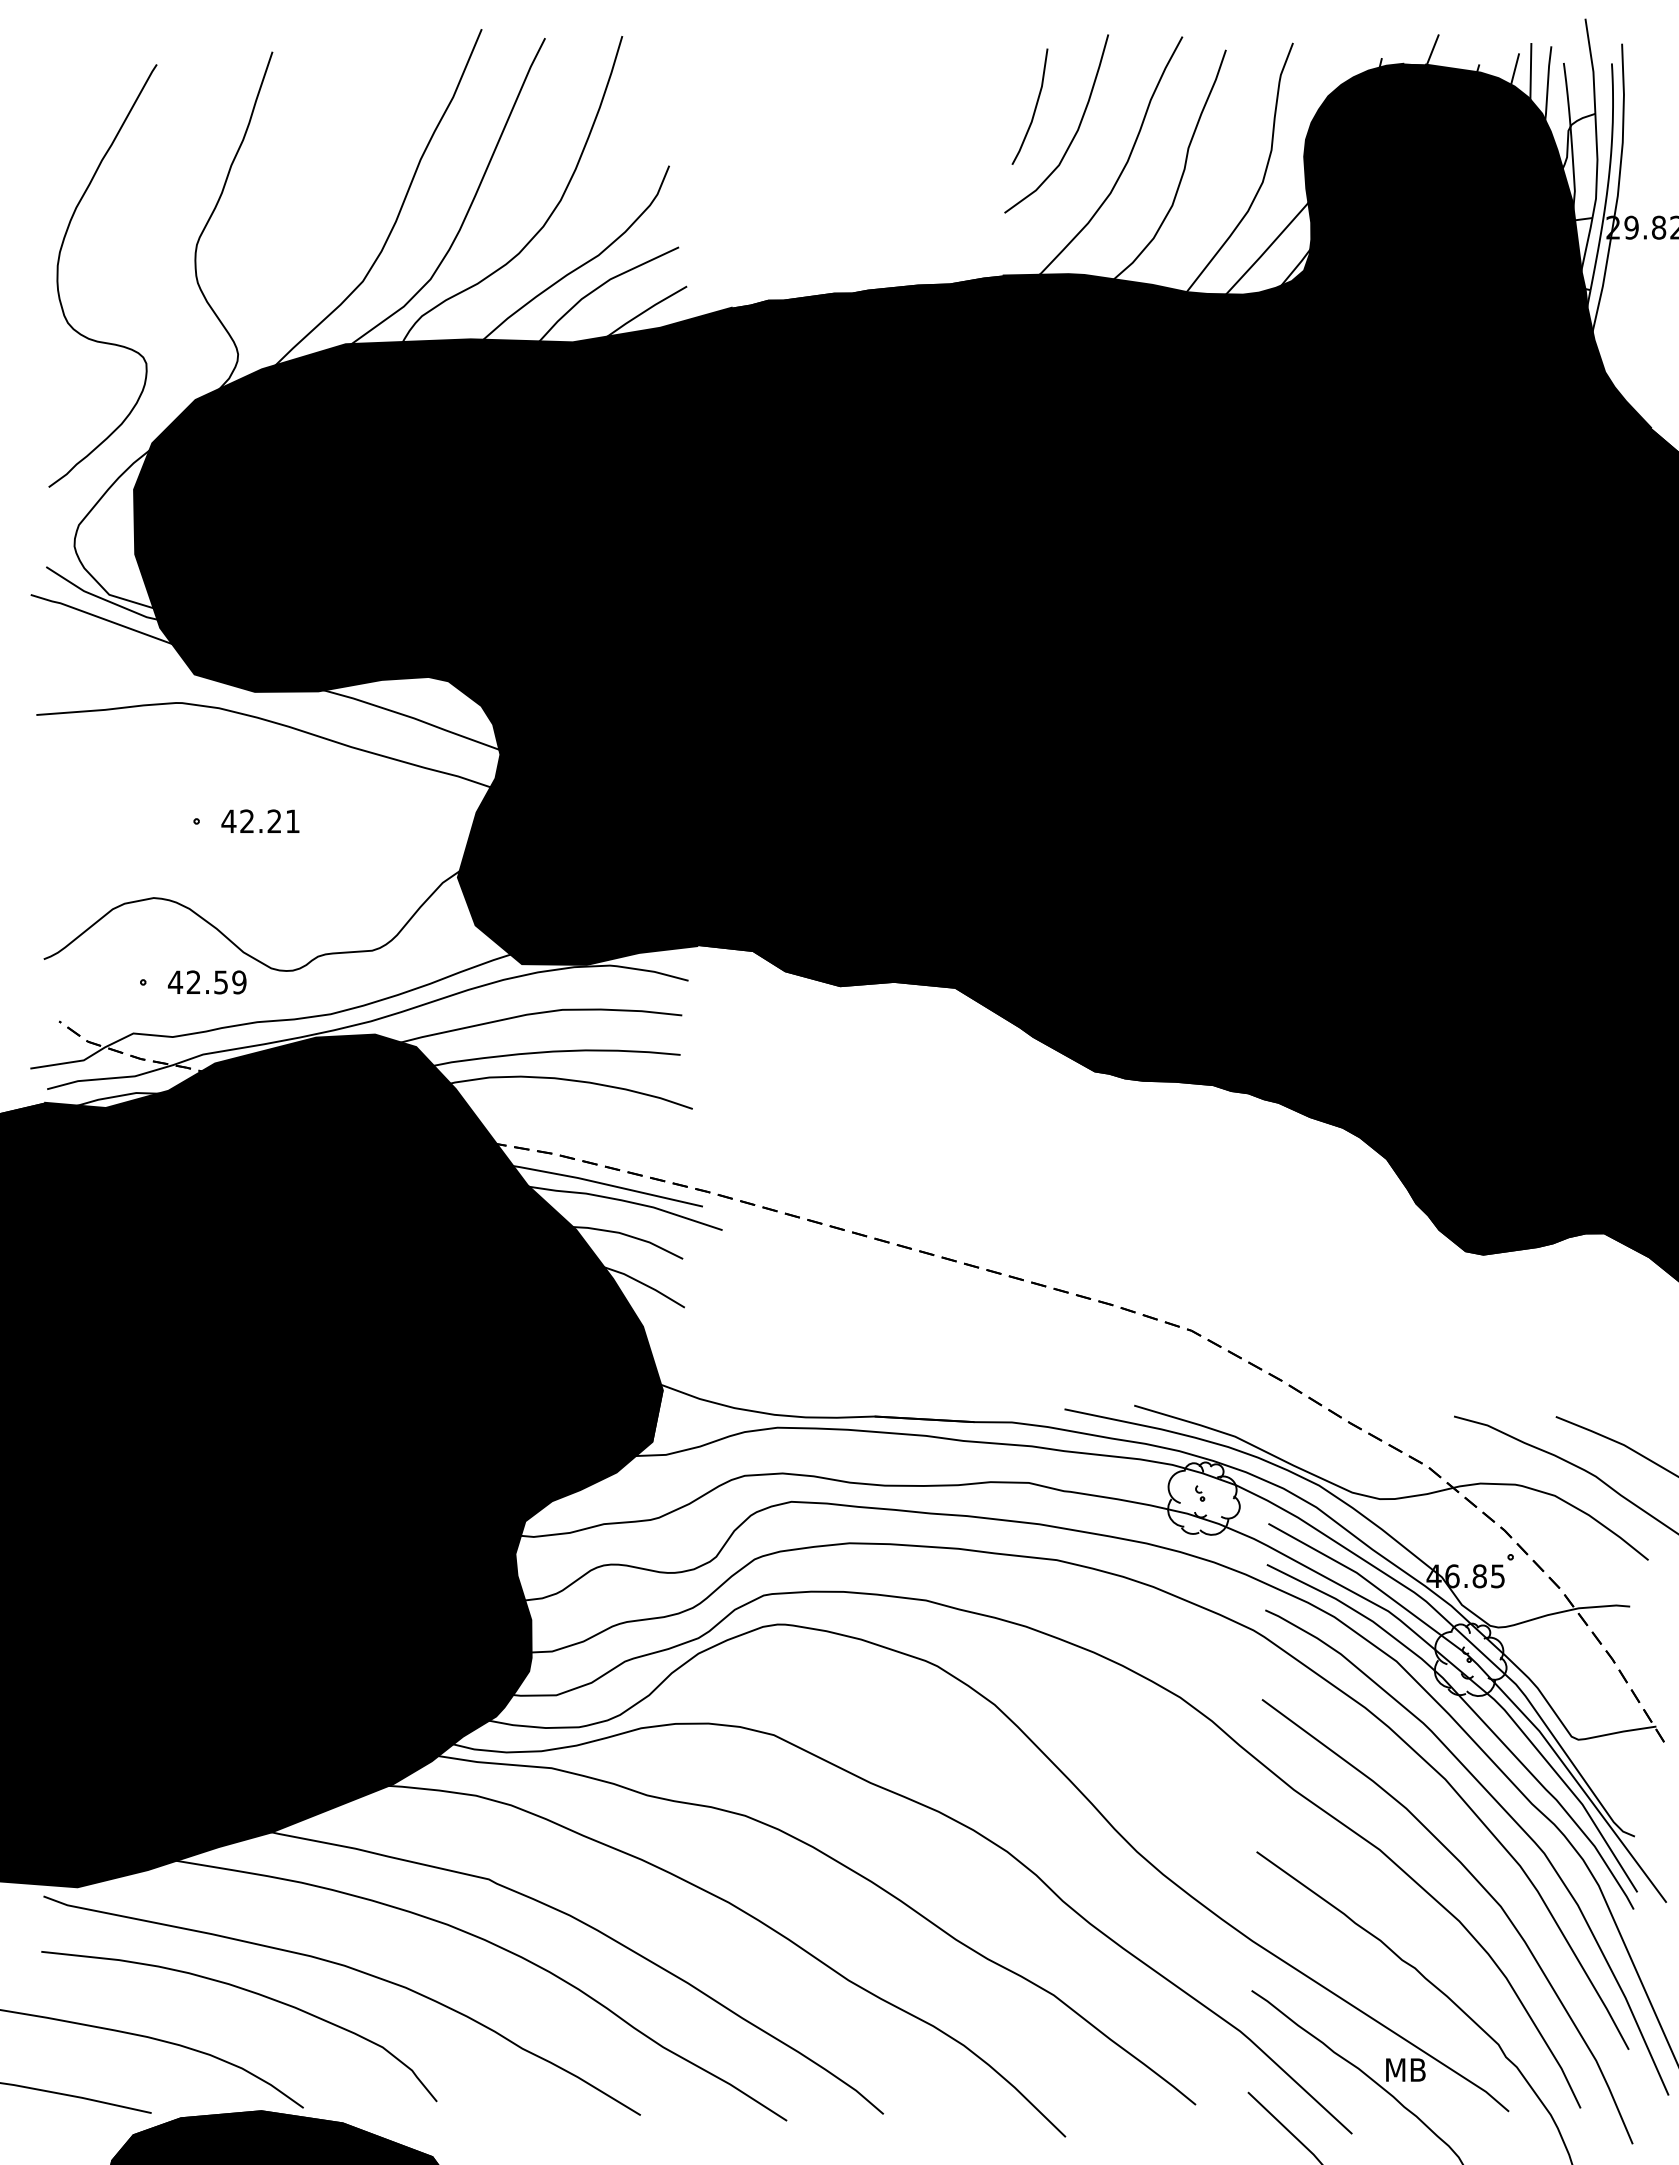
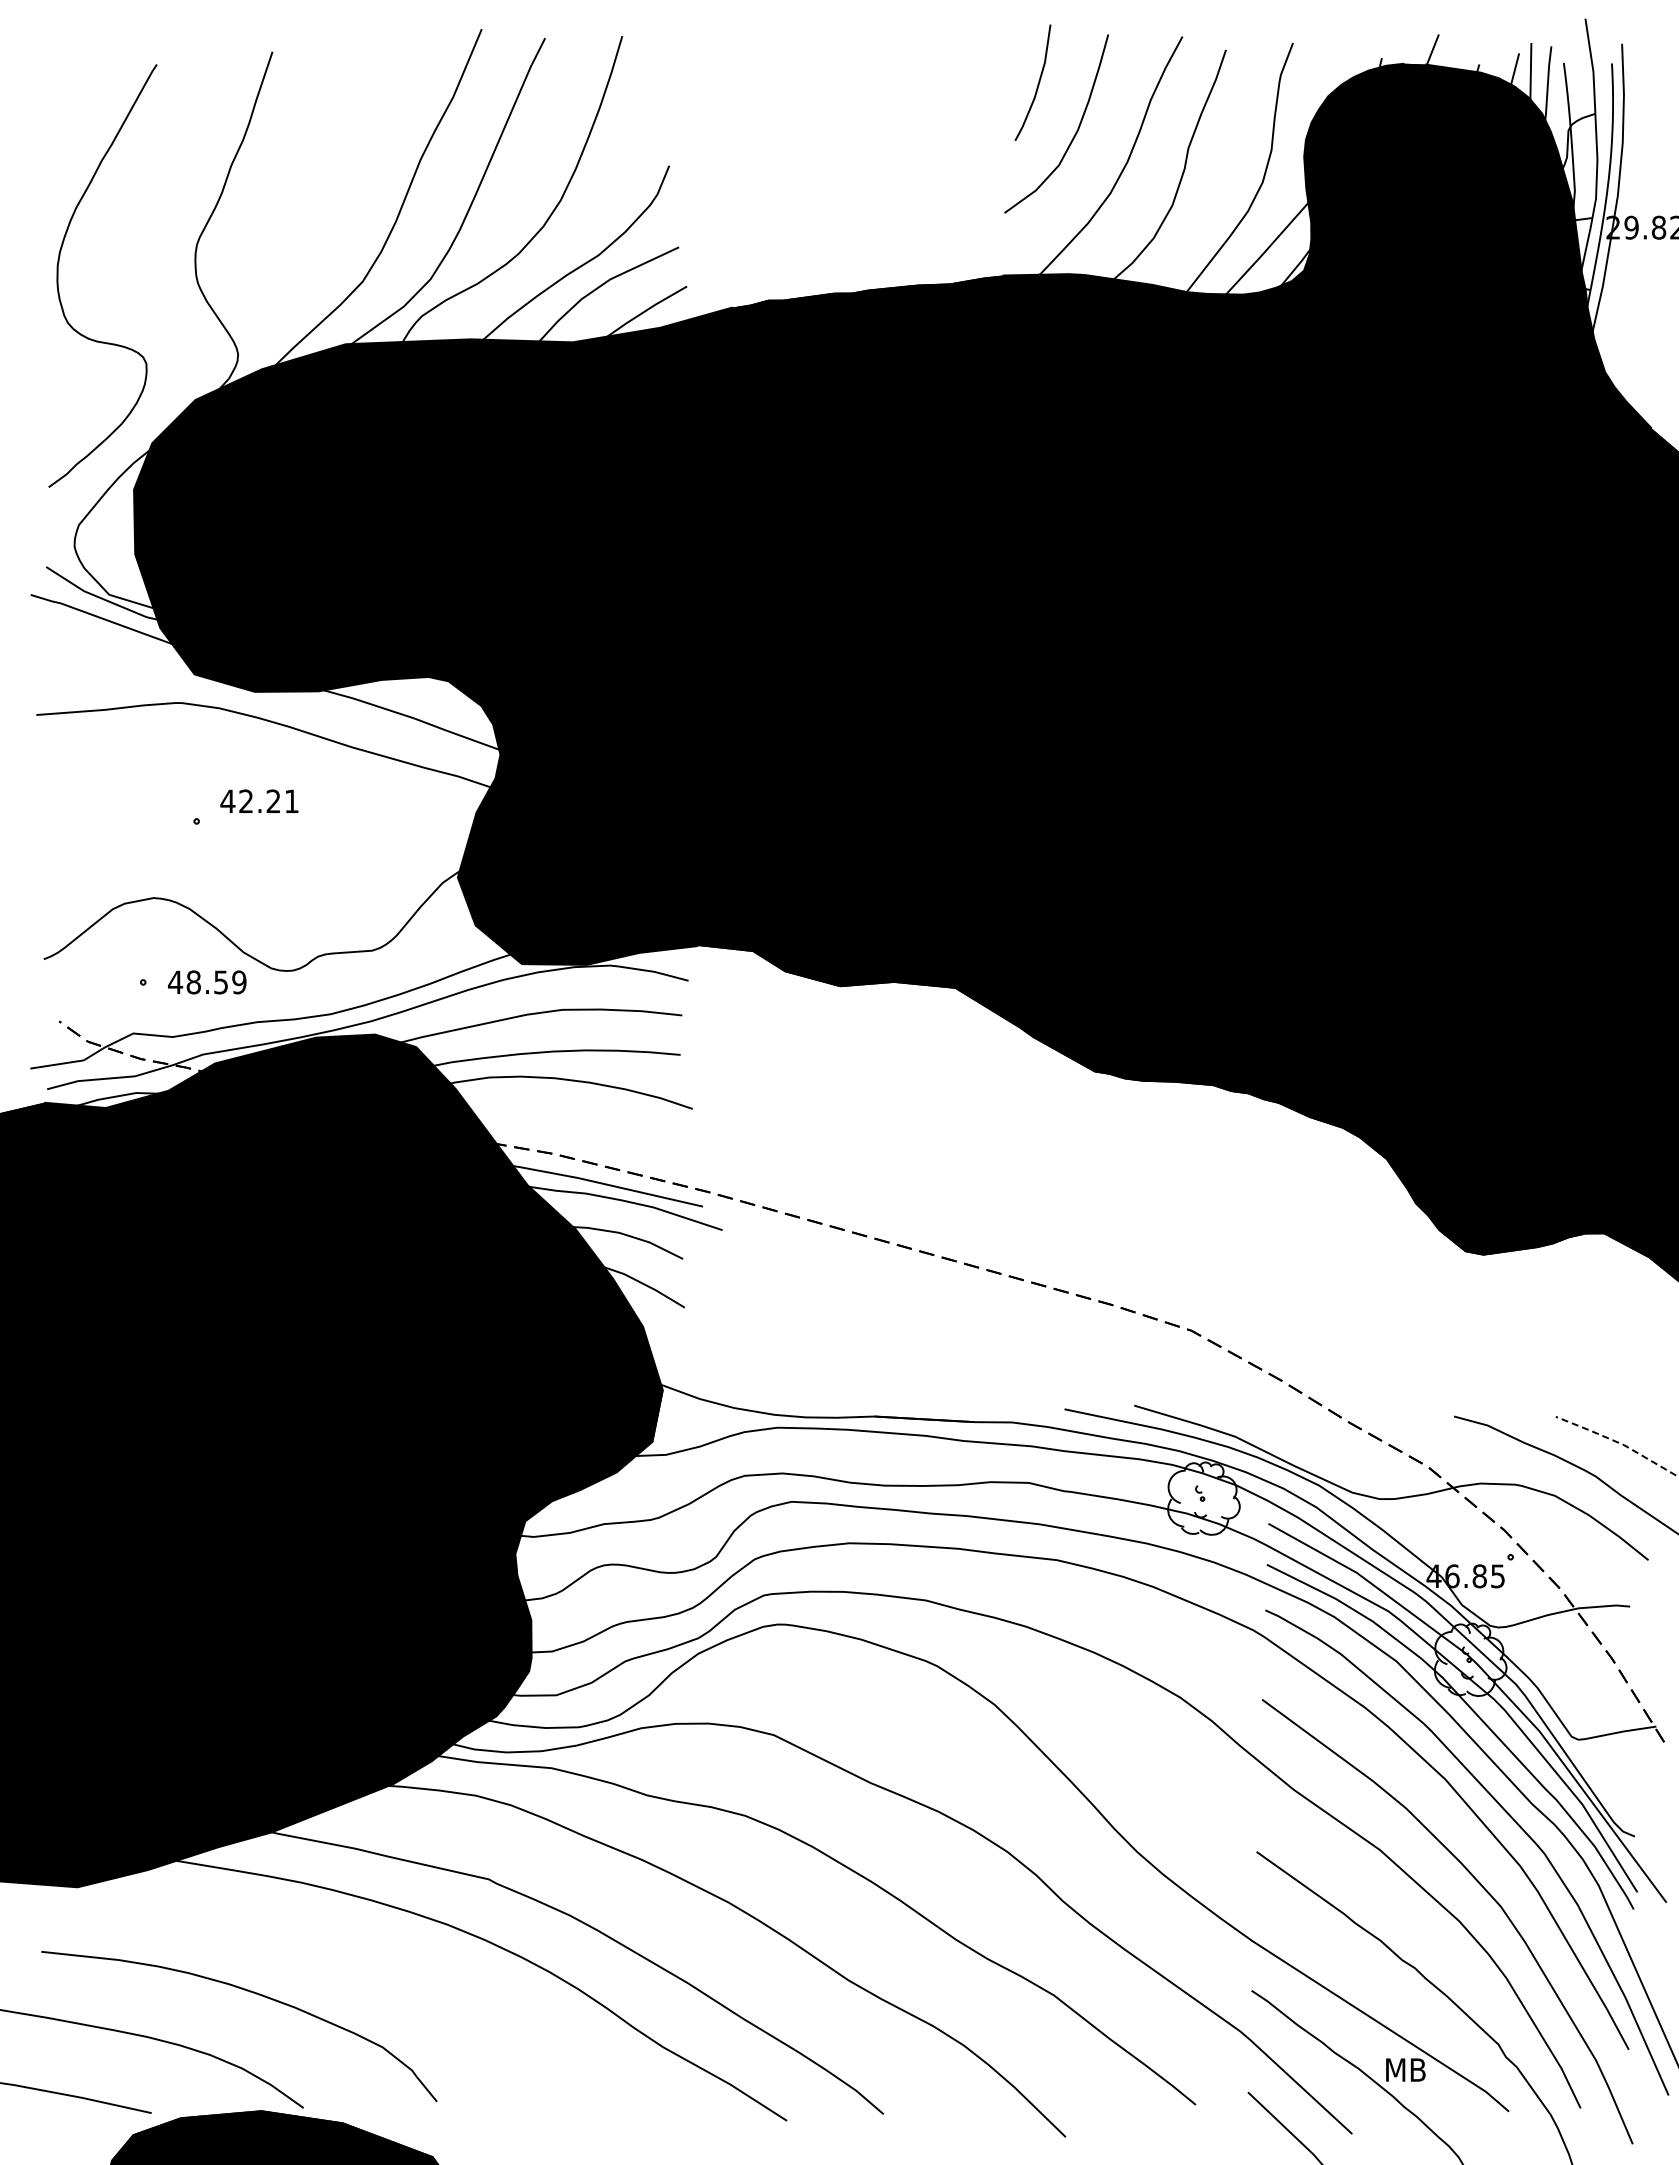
line at (1034, 108) position: (1034, 108) -> (1037, 84)
text at (260, 820) position: (260, 820) -> (259, 800)
text at (193, 982): 42.59 -> 48.59
line at (1618, 1442): solid -> dashed
curve at (354, 1970): present -> none
